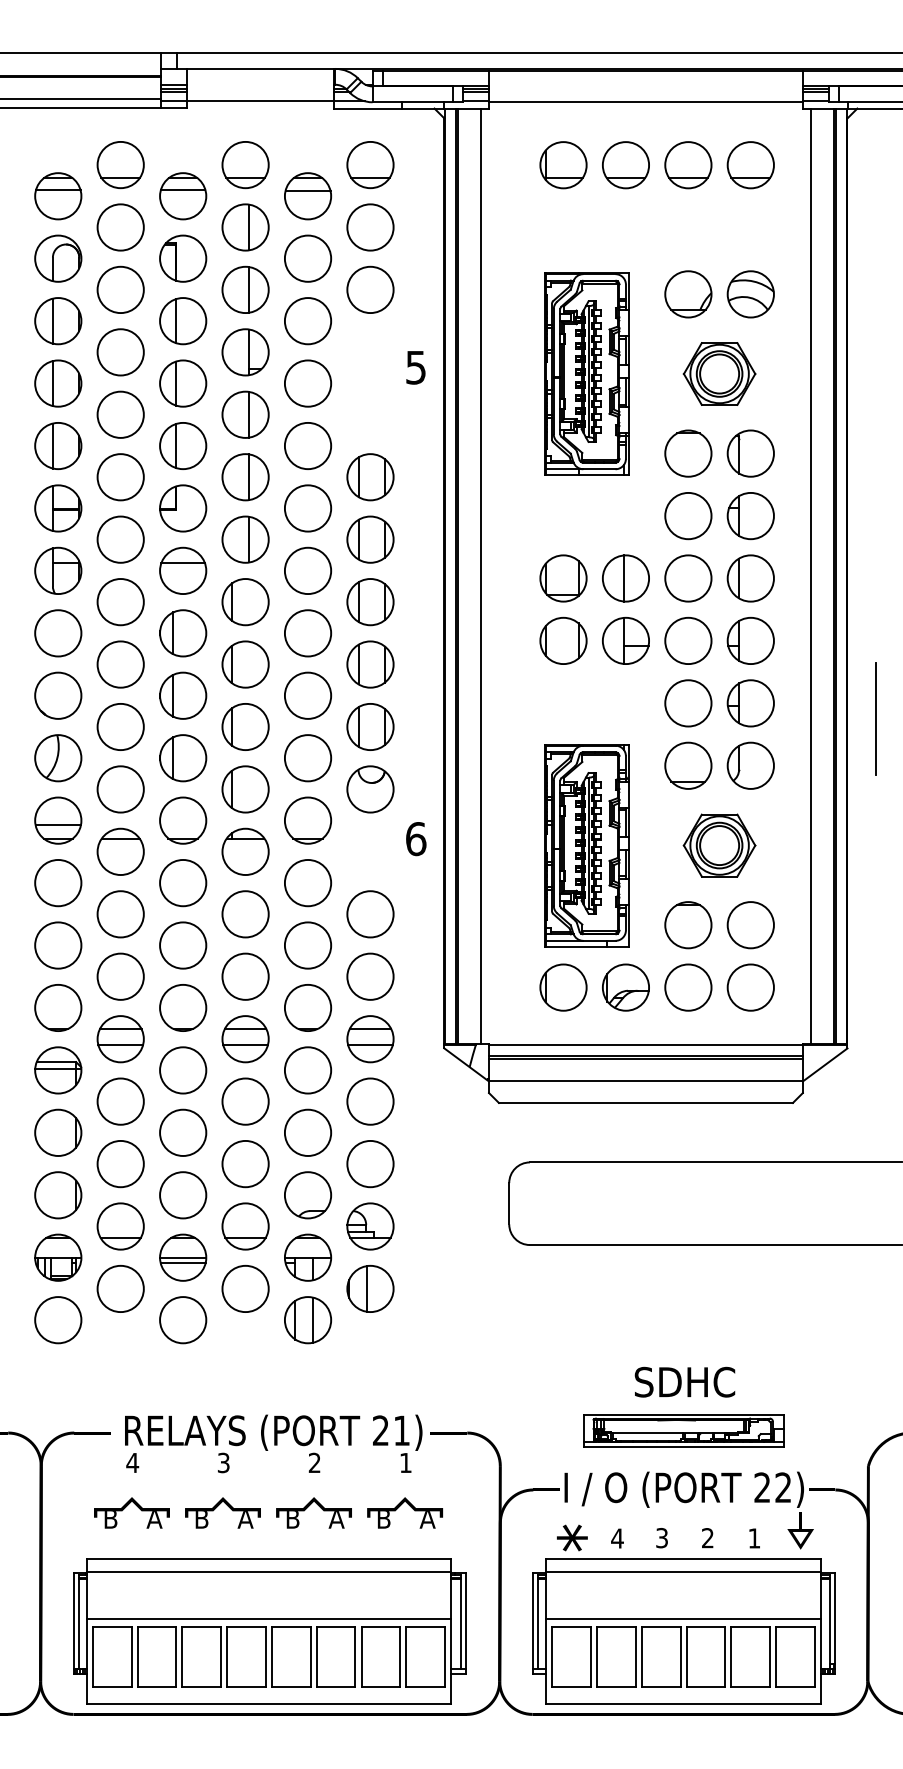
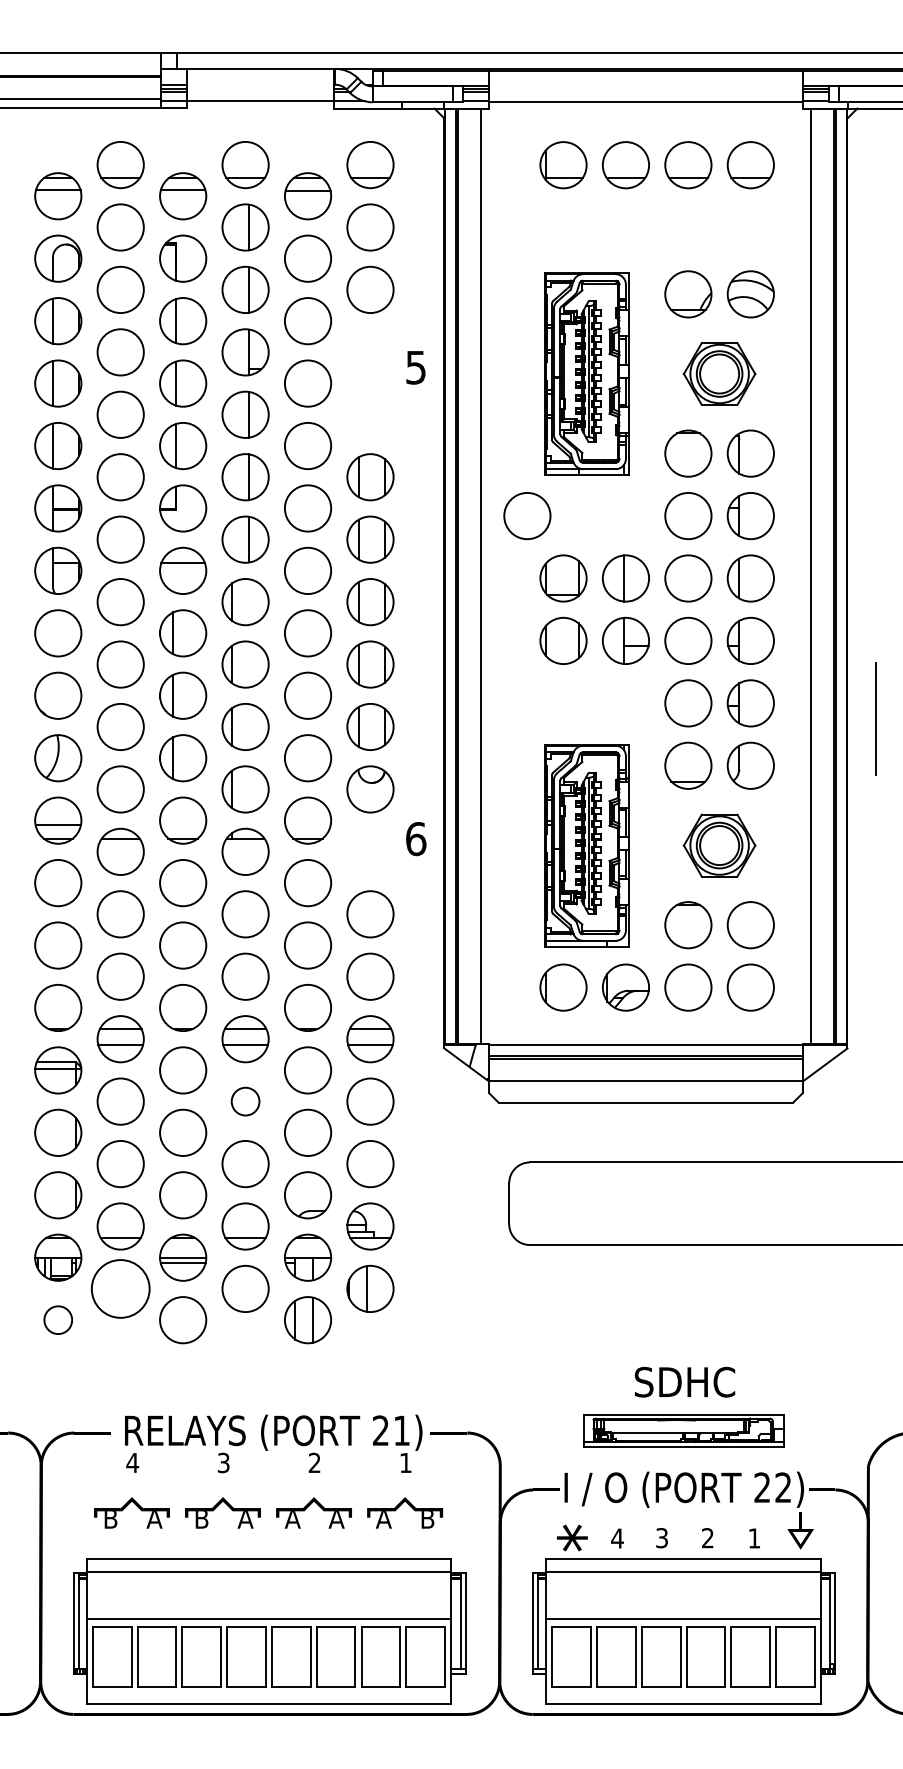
circle at (527, 516): none -> present
circle at (245, 1101) diameter: 46 px -> 28 px
circle at (120, 1288) diameter: 46 px -> 58 px
circle at (58, 1320) diameter: 46 px -> 28 px
text at (292, 1519): B -> A
text at (383, 1519): B -> A
text at (427, 1519): A -> B
